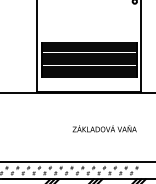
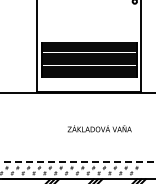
text at (104, 128) position: (104, 128) -> (99, 128)
line at (77, 161): solid -> dashed
